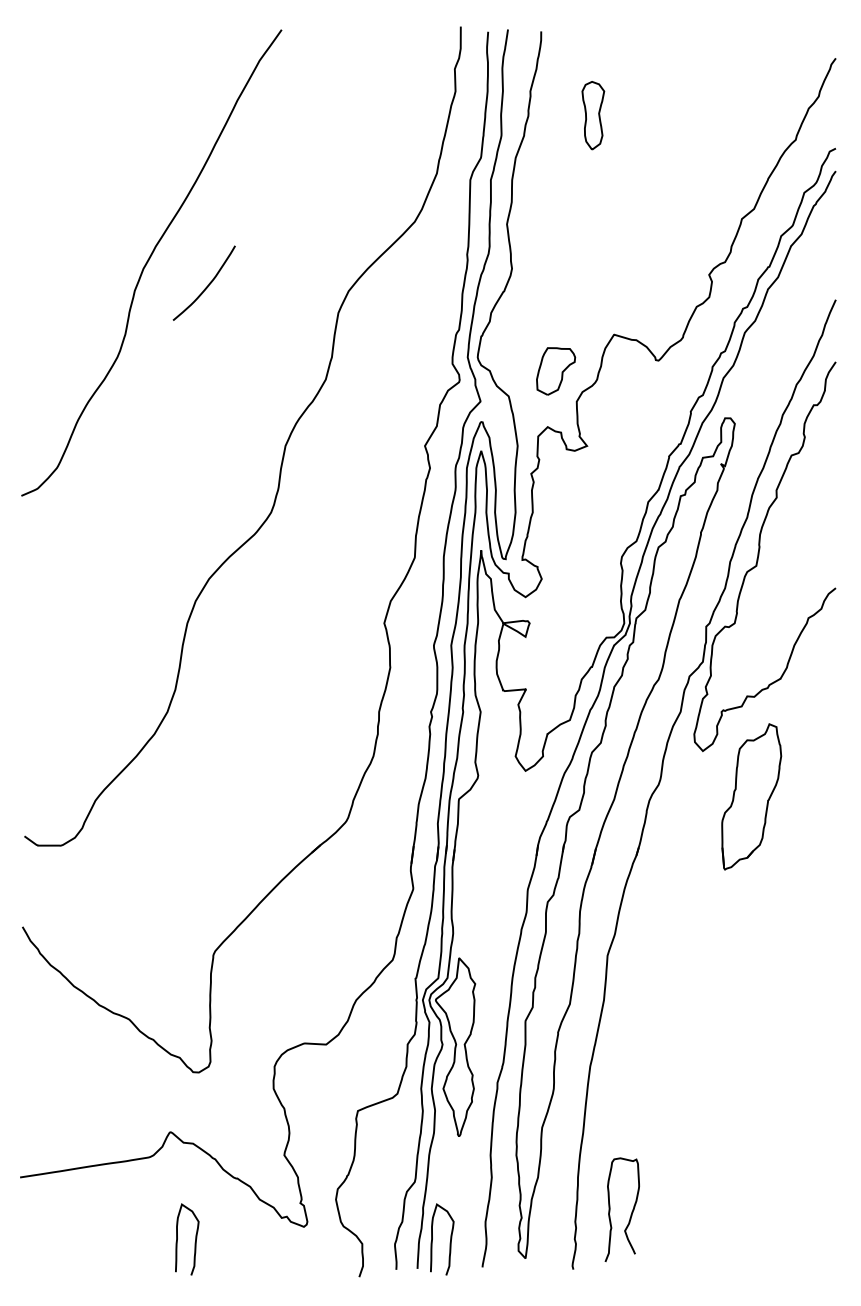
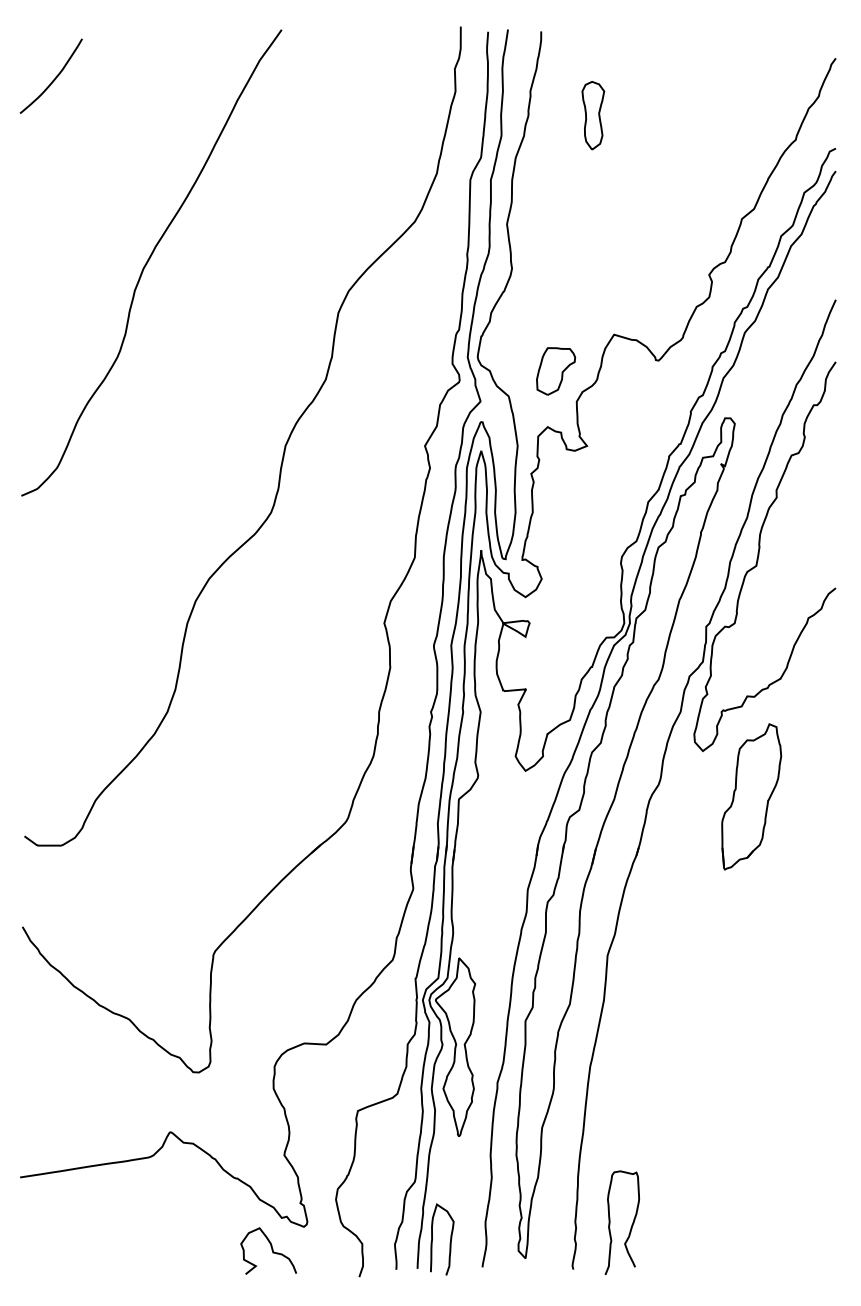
curve at (207, 285) position: (207, 285) -> (54, 78)
curve at (631, 1211) position: (631, 1211) -> (631, 1224)
curve at (194, 1242): present -> none
curve at (271, 1250): none -> present
